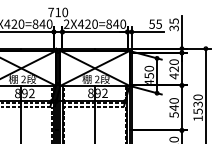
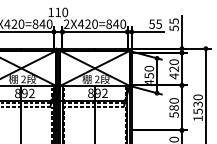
text at (50, 12): 710 -> 110
text at (173, 27): 35 -> 55
text at (173, 107): 540 -> 580
